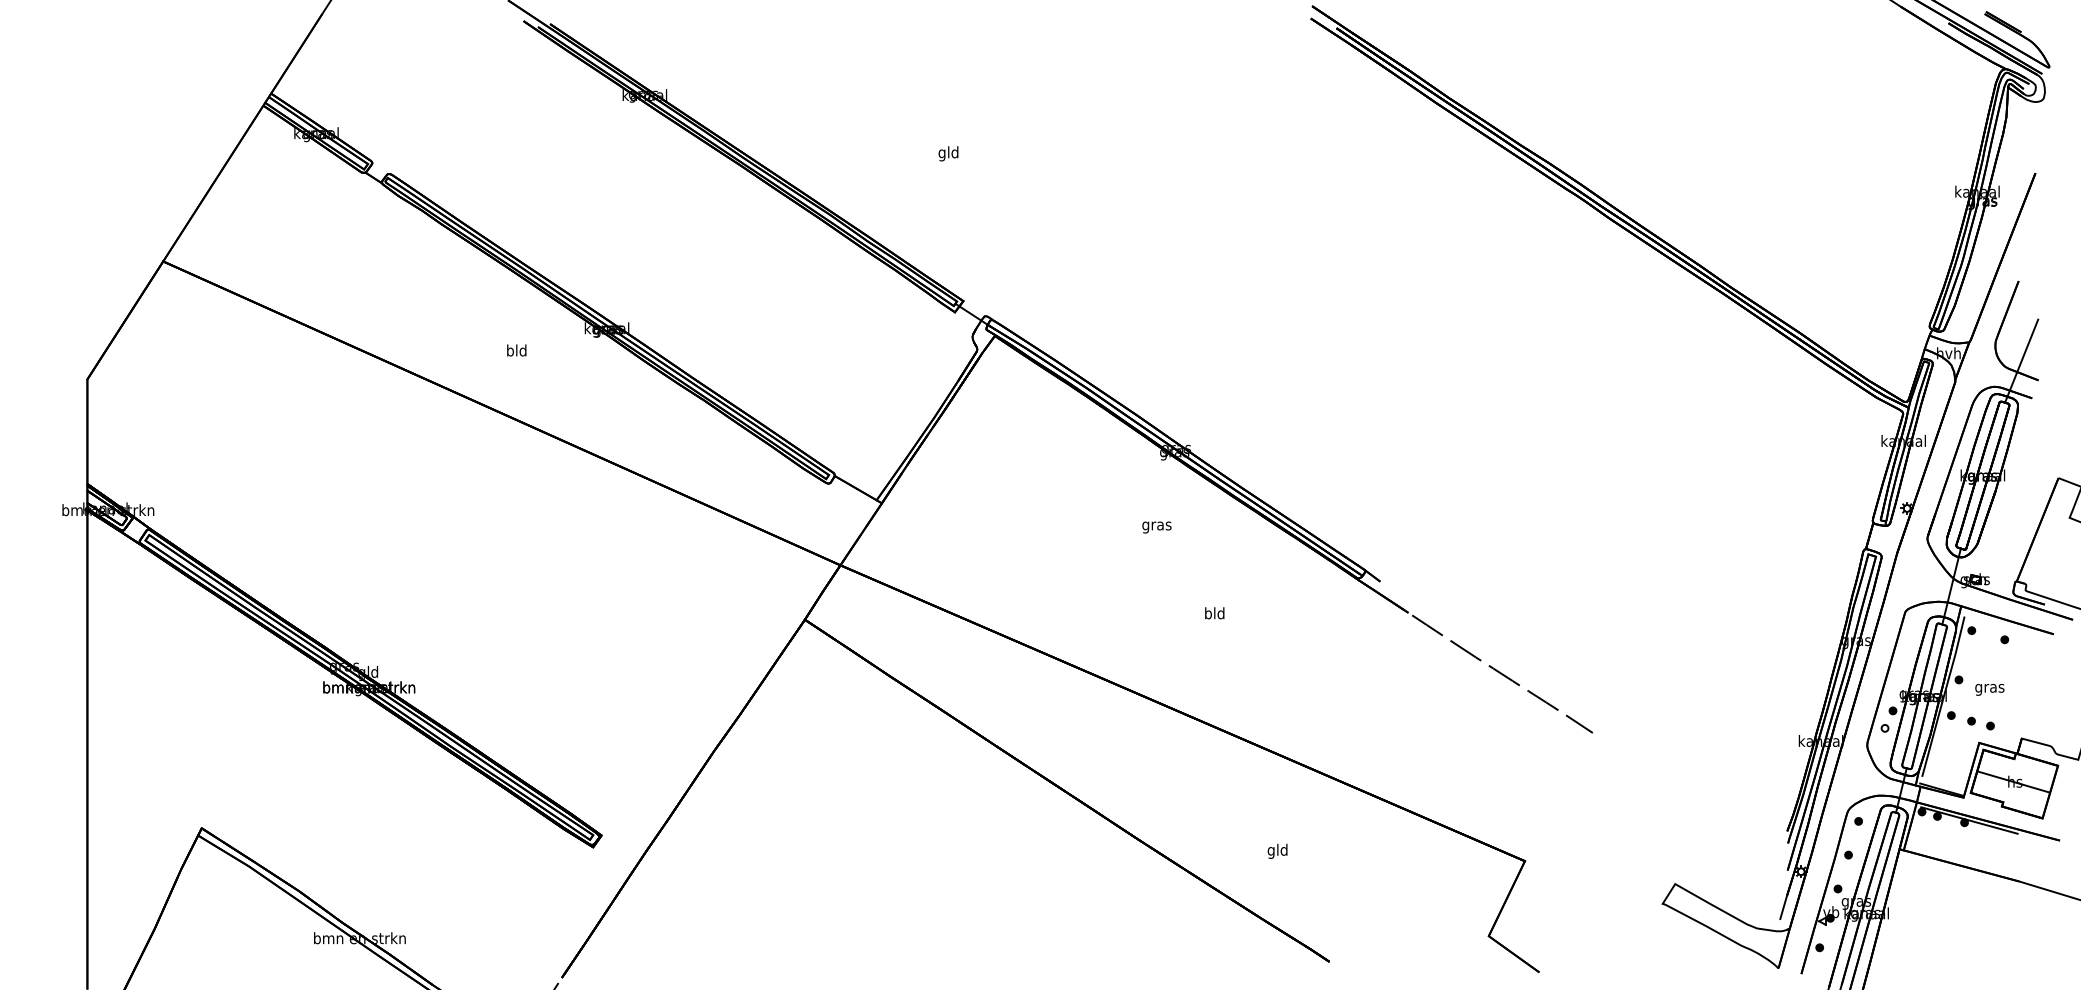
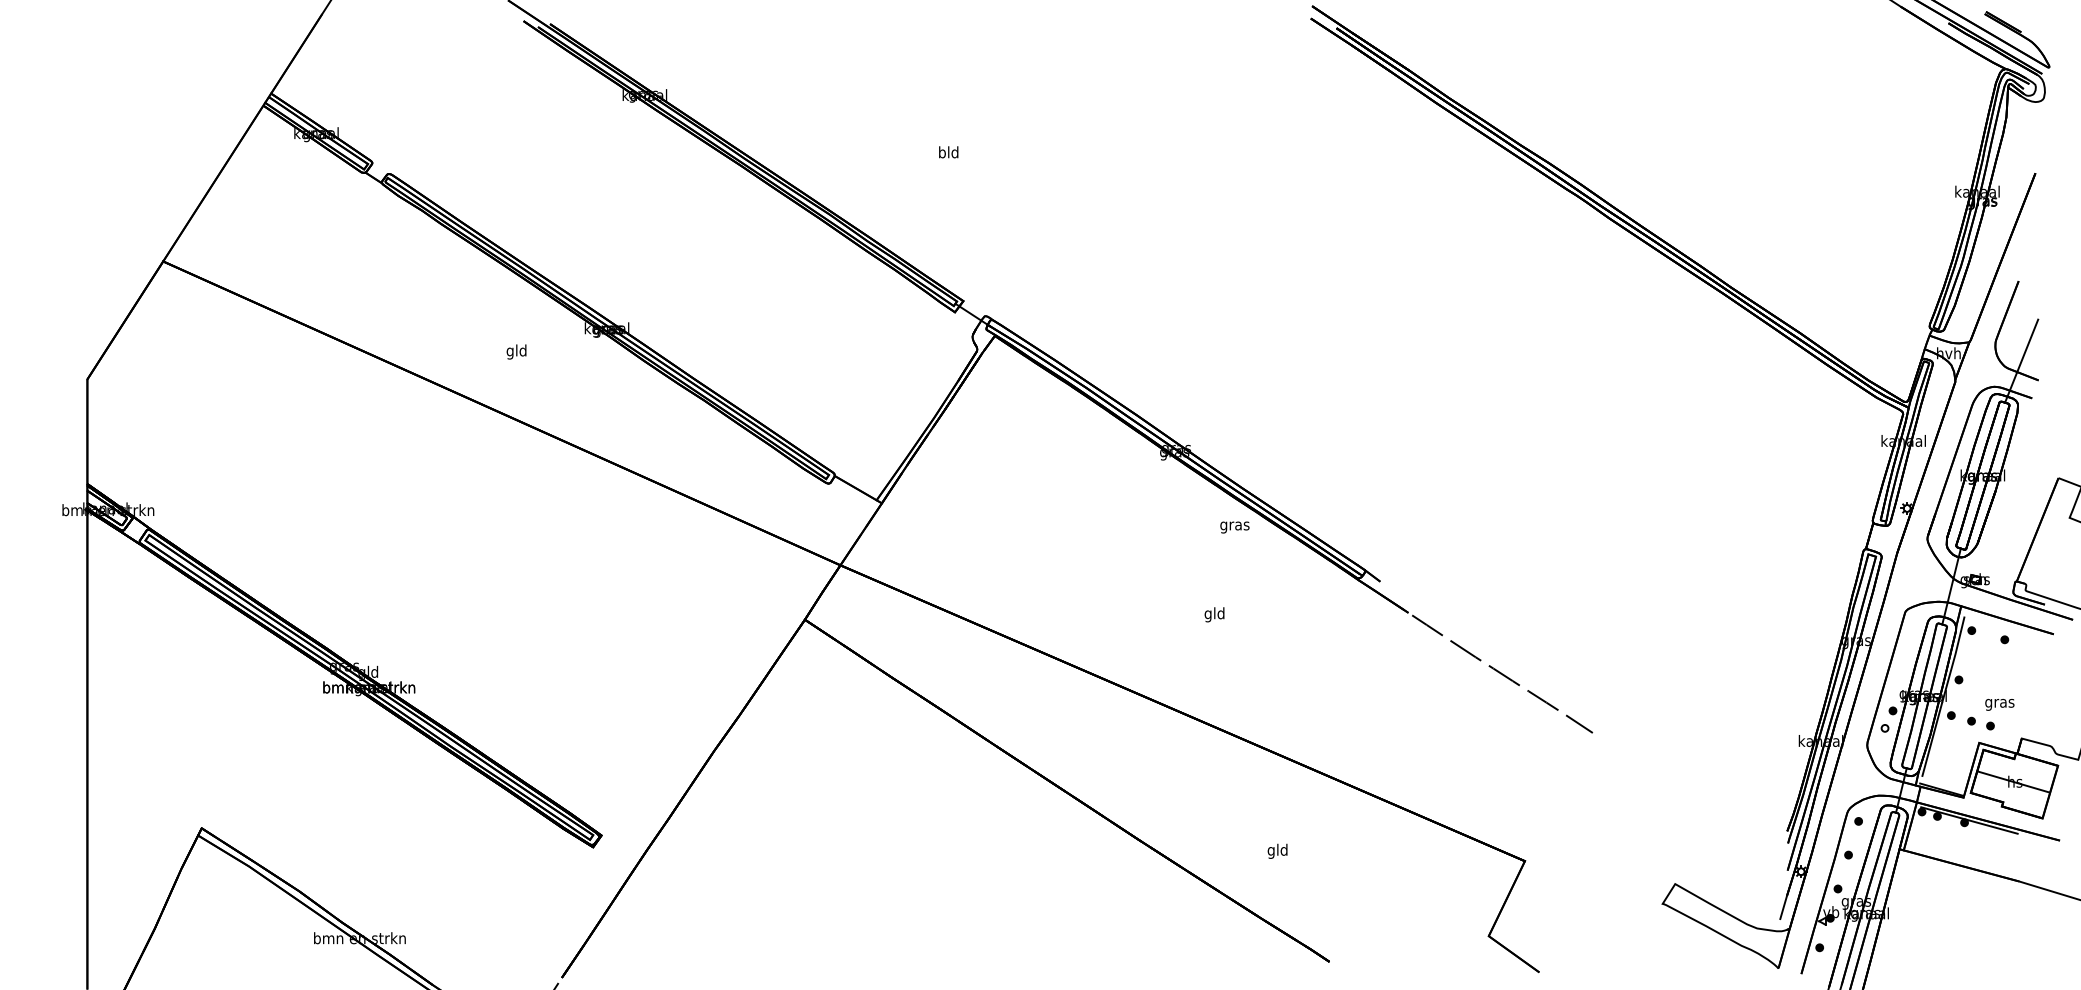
text at (941, 153): gld -> bld
text at (509, 351): bld -> gld
text at (1156, 527) position: (1156, 527) -> (1234, 527)
text at (1207, 614): bld -> gld
text at (1989, 689) position: (1989, 689) -> (1999, 704)
